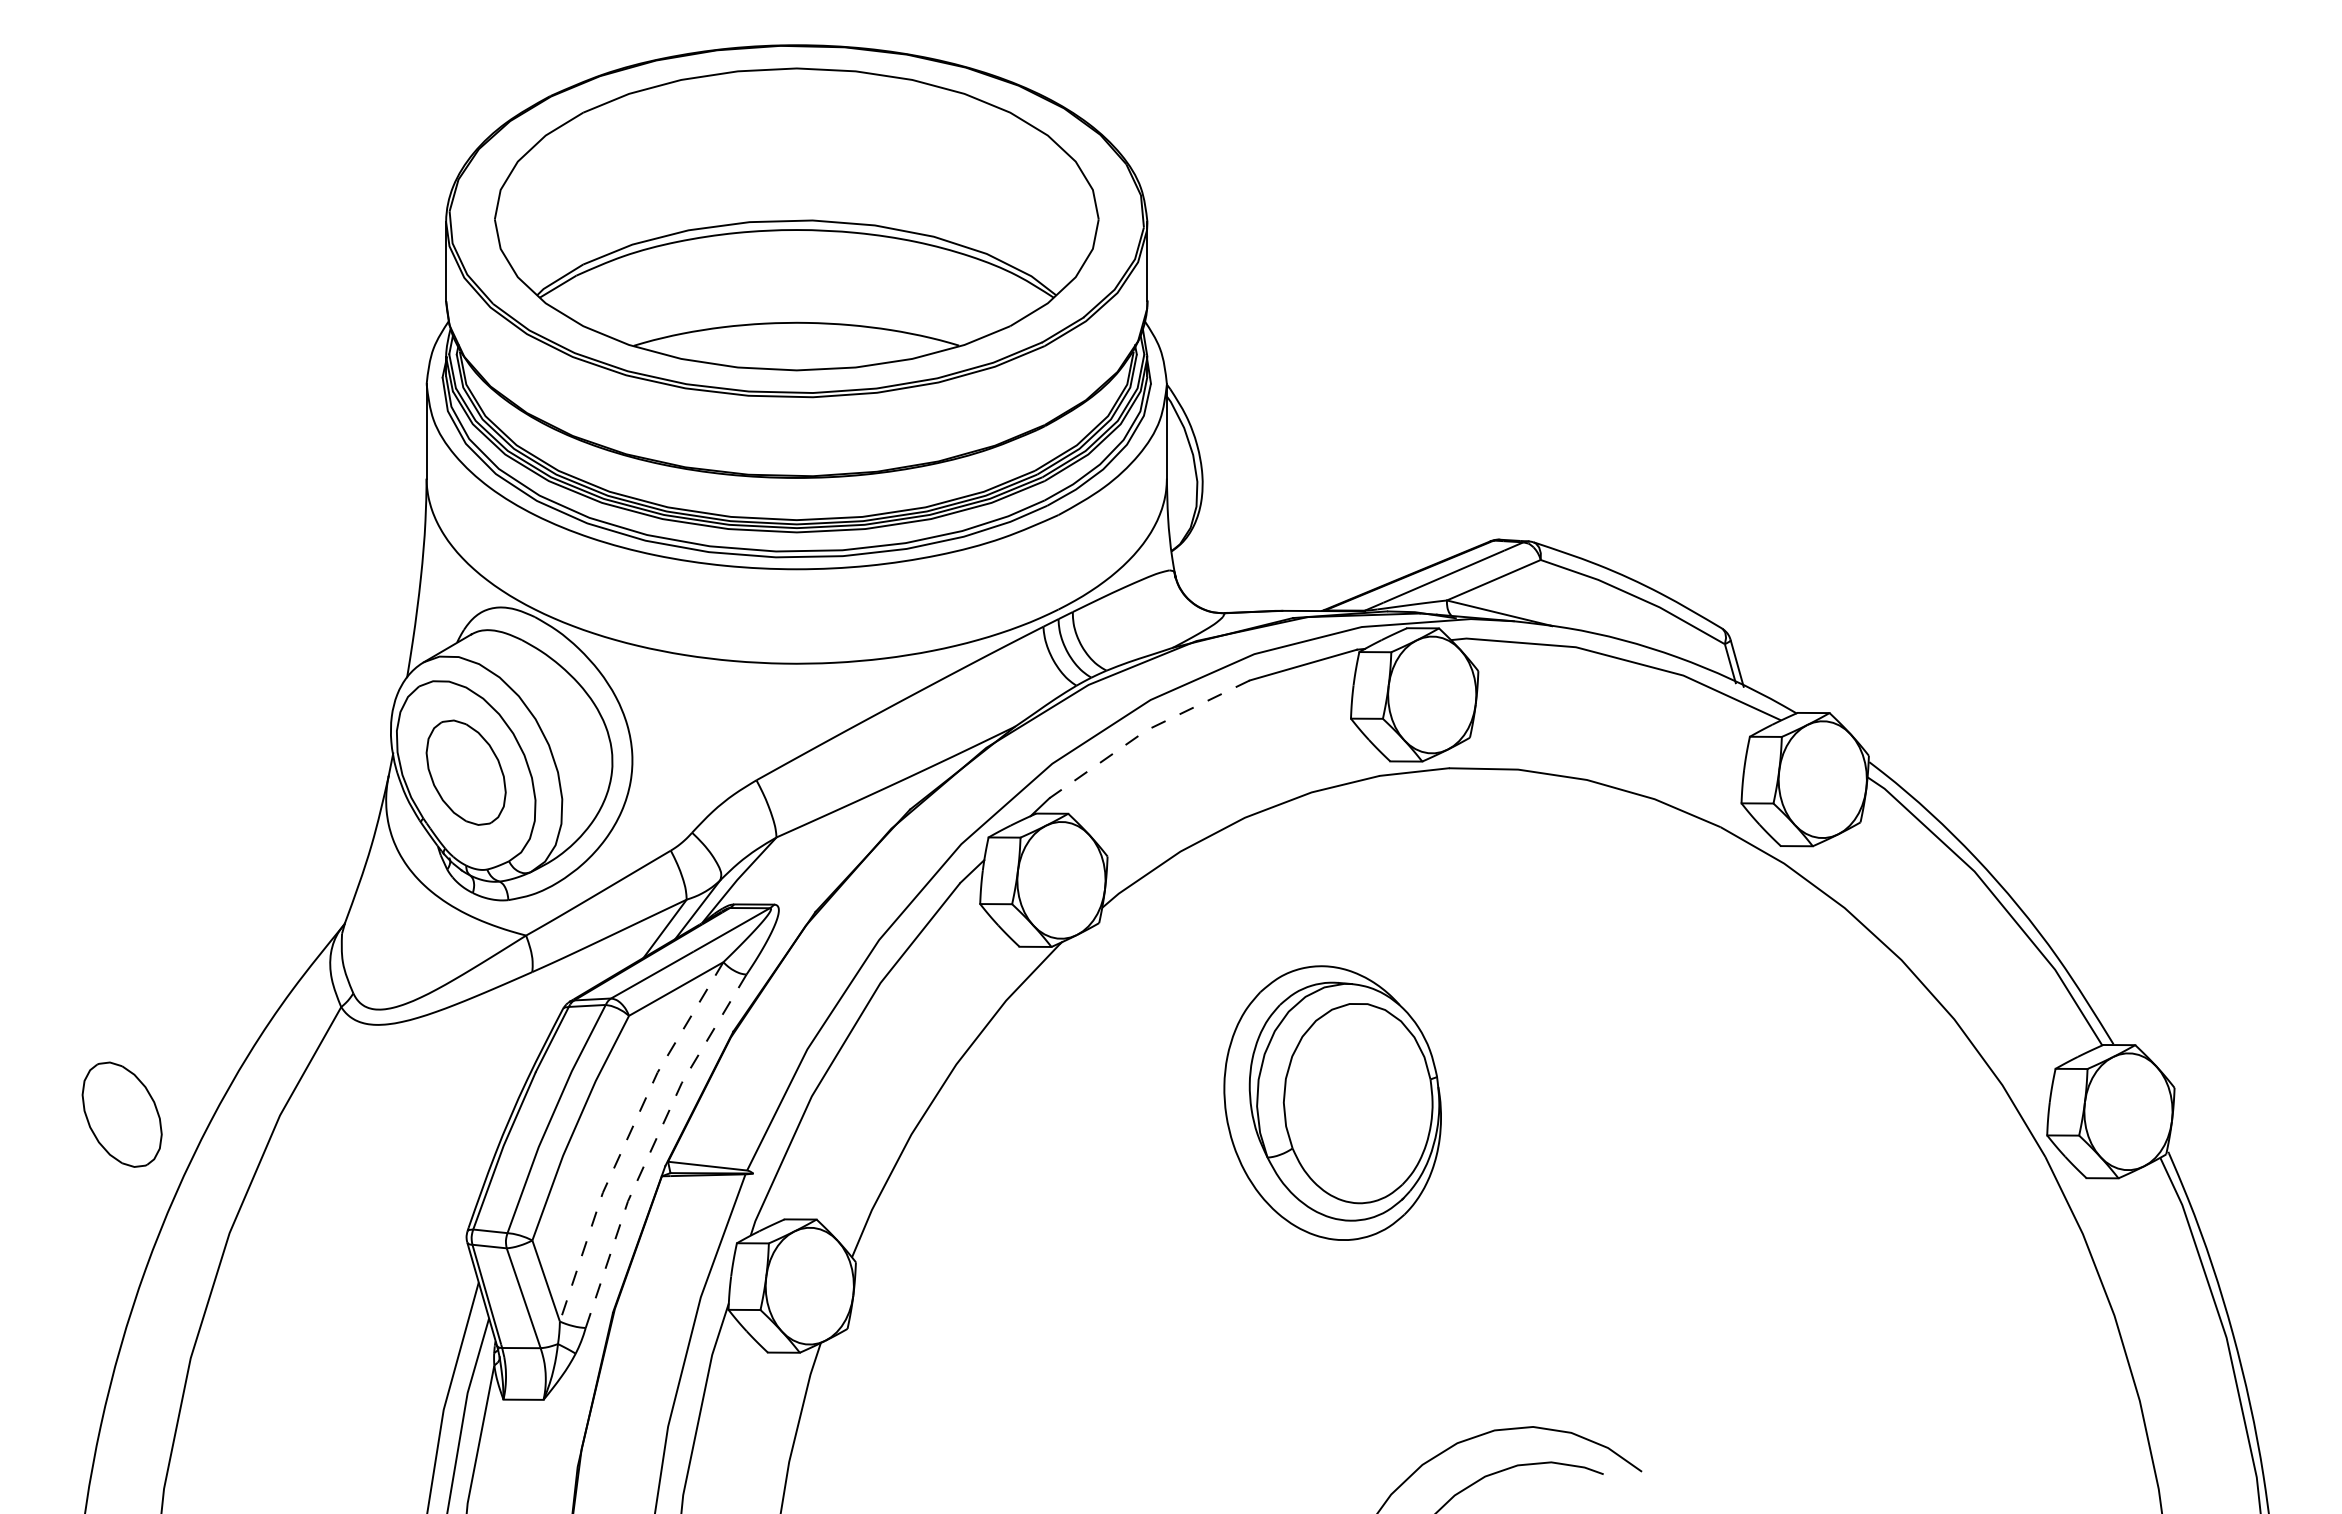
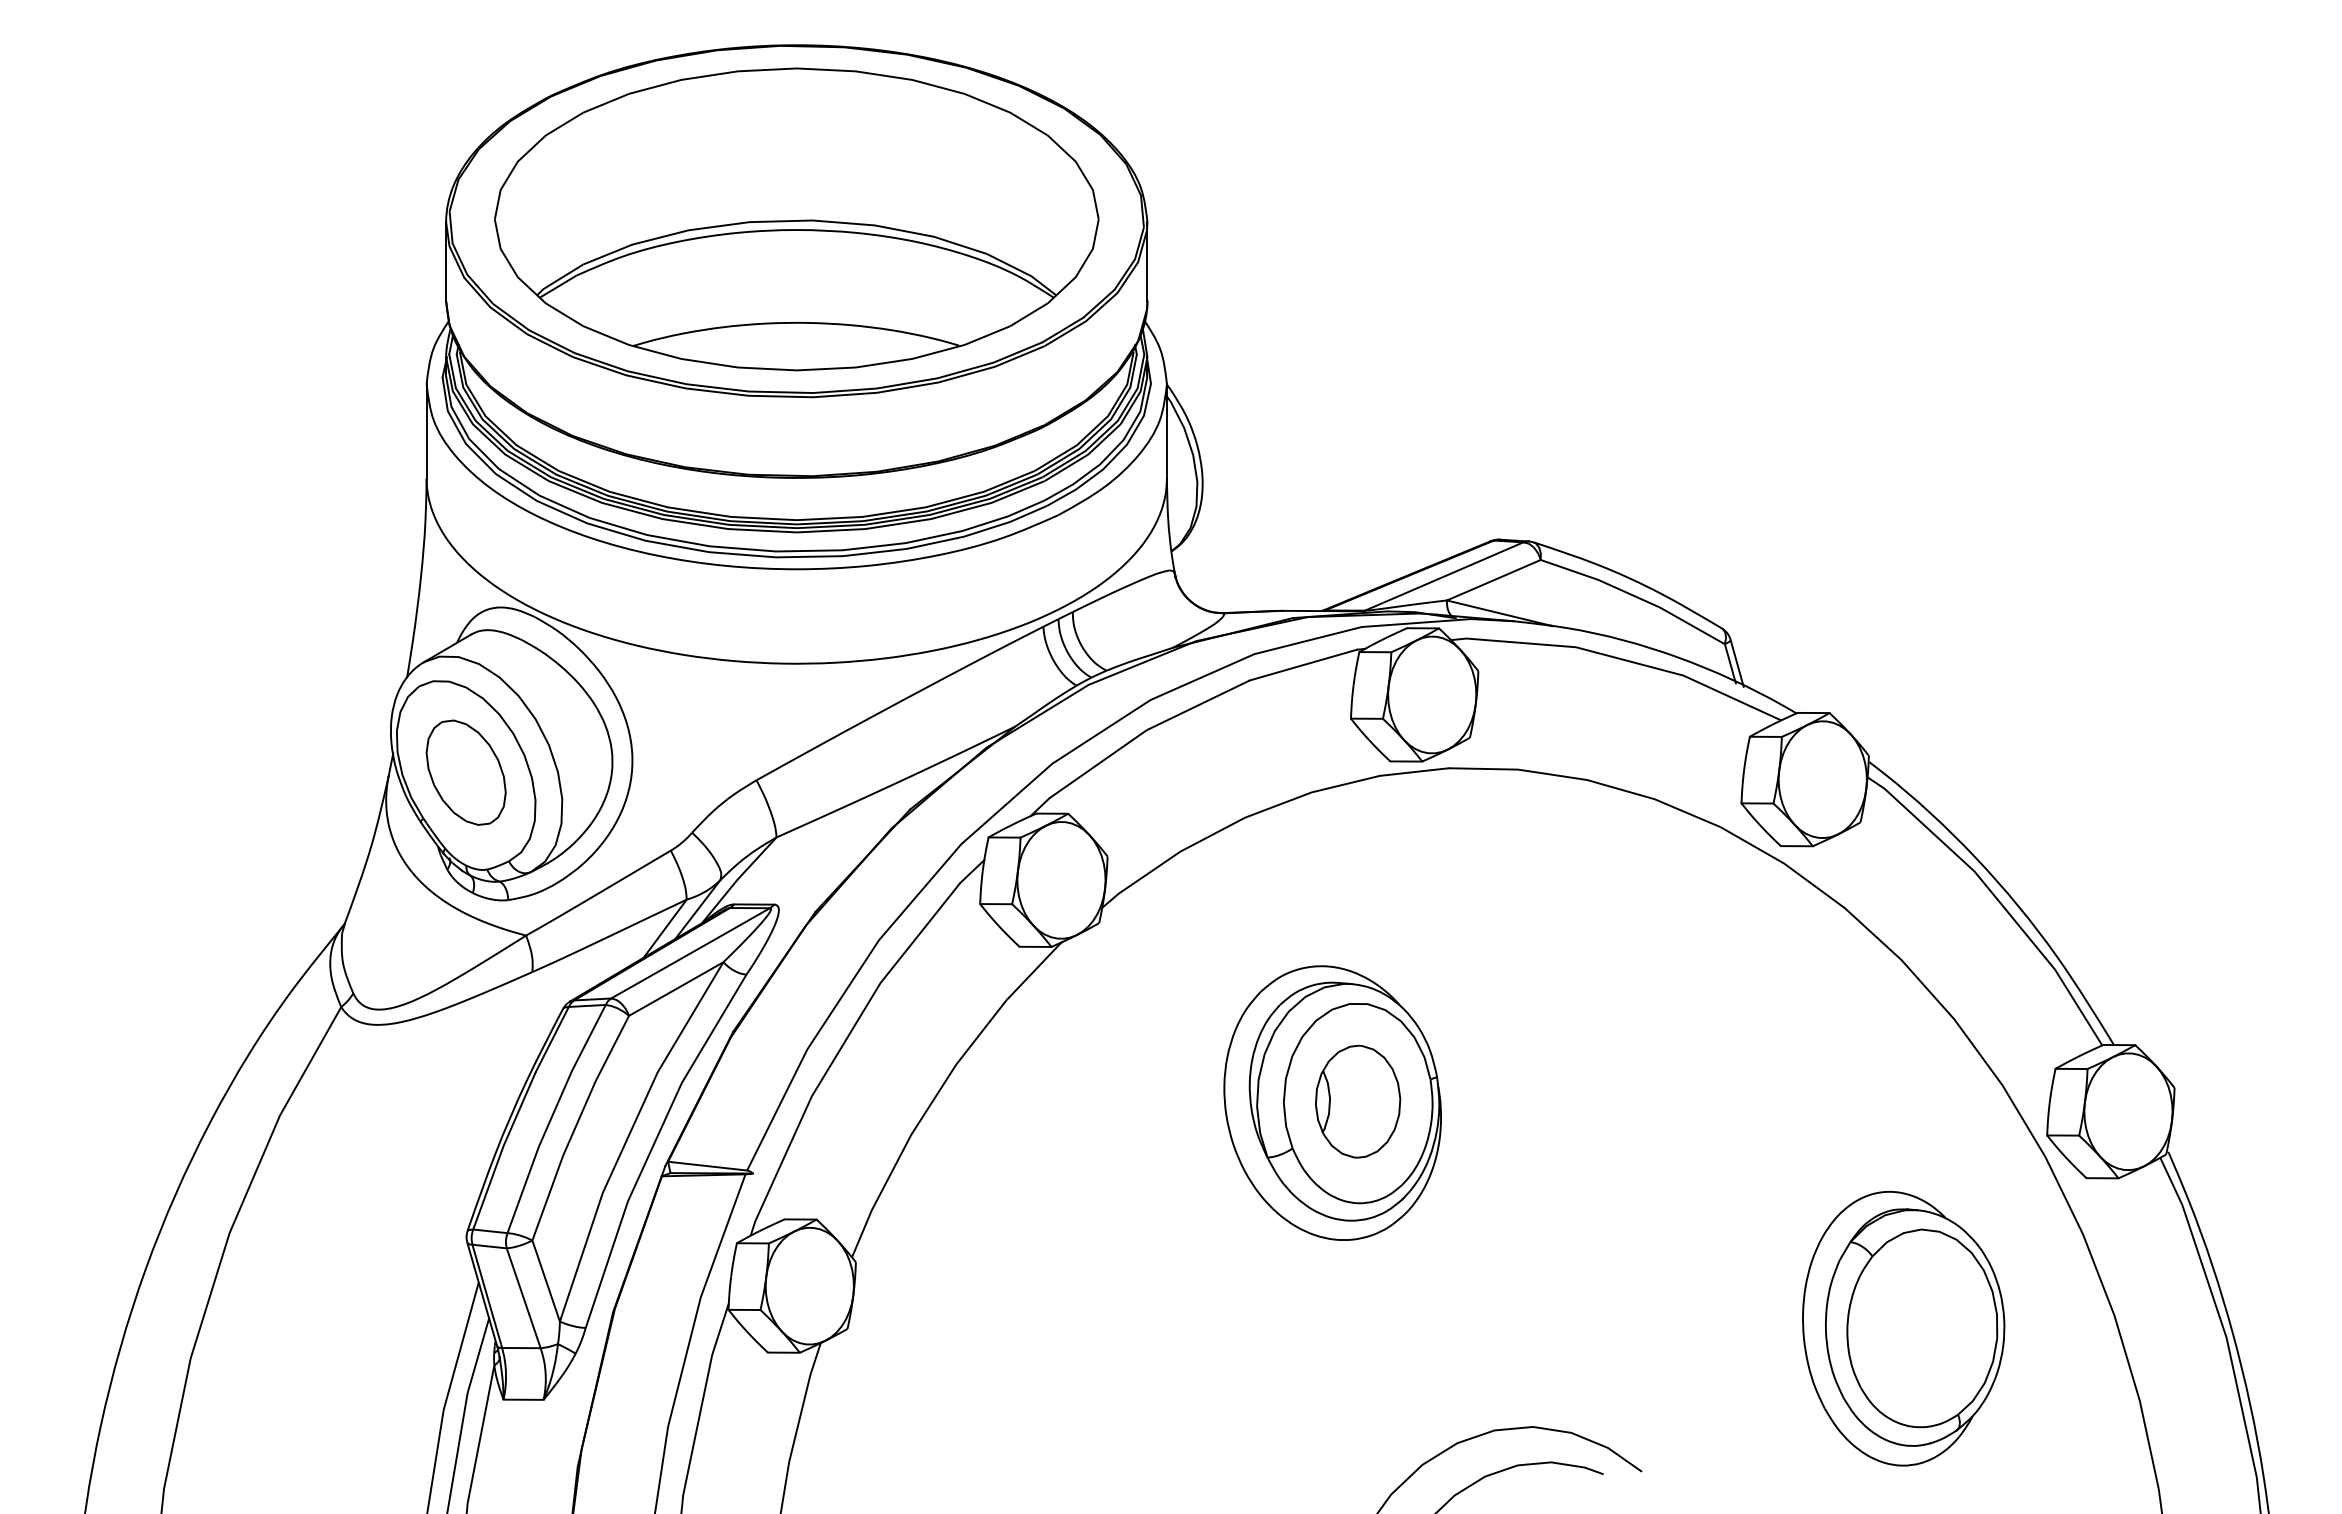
line at (1145, 731): dashed -> solid
part at (1358, 1101): none -> present
part at (121, 1114): present -> none
line at (628, 1135): dashed -> solid
line at (653, 1145): dashed -> solid
part at (1903, 1328): none -> present
